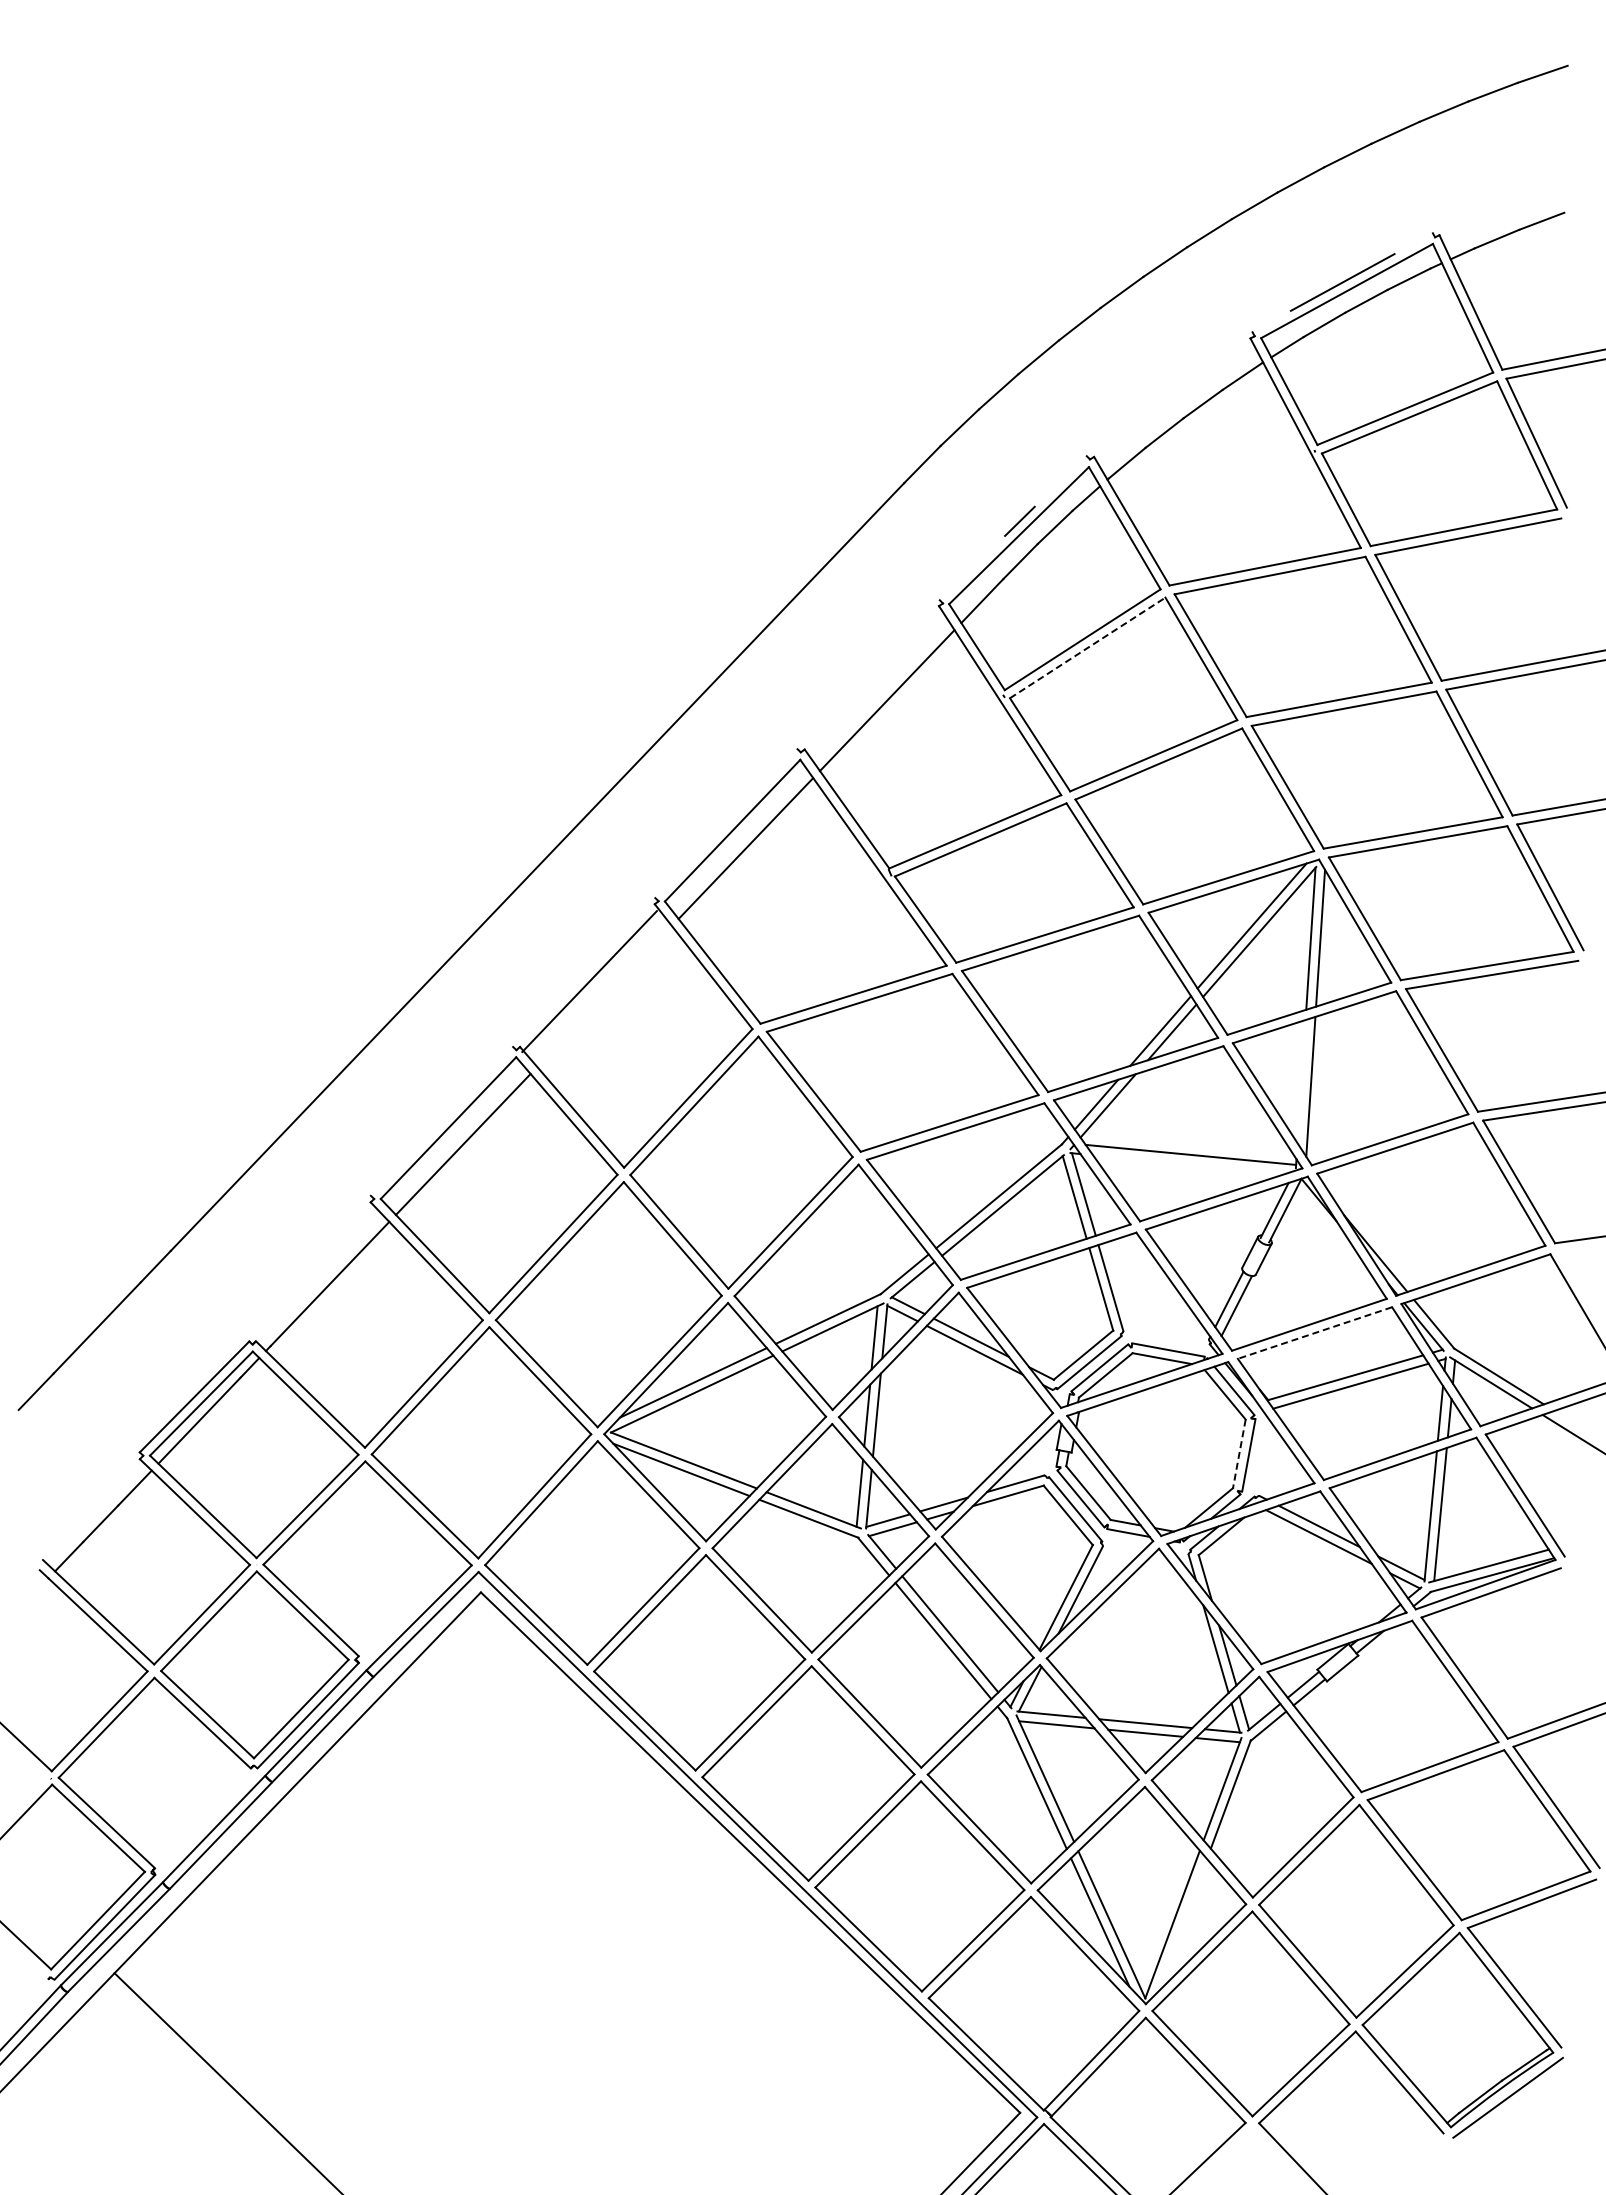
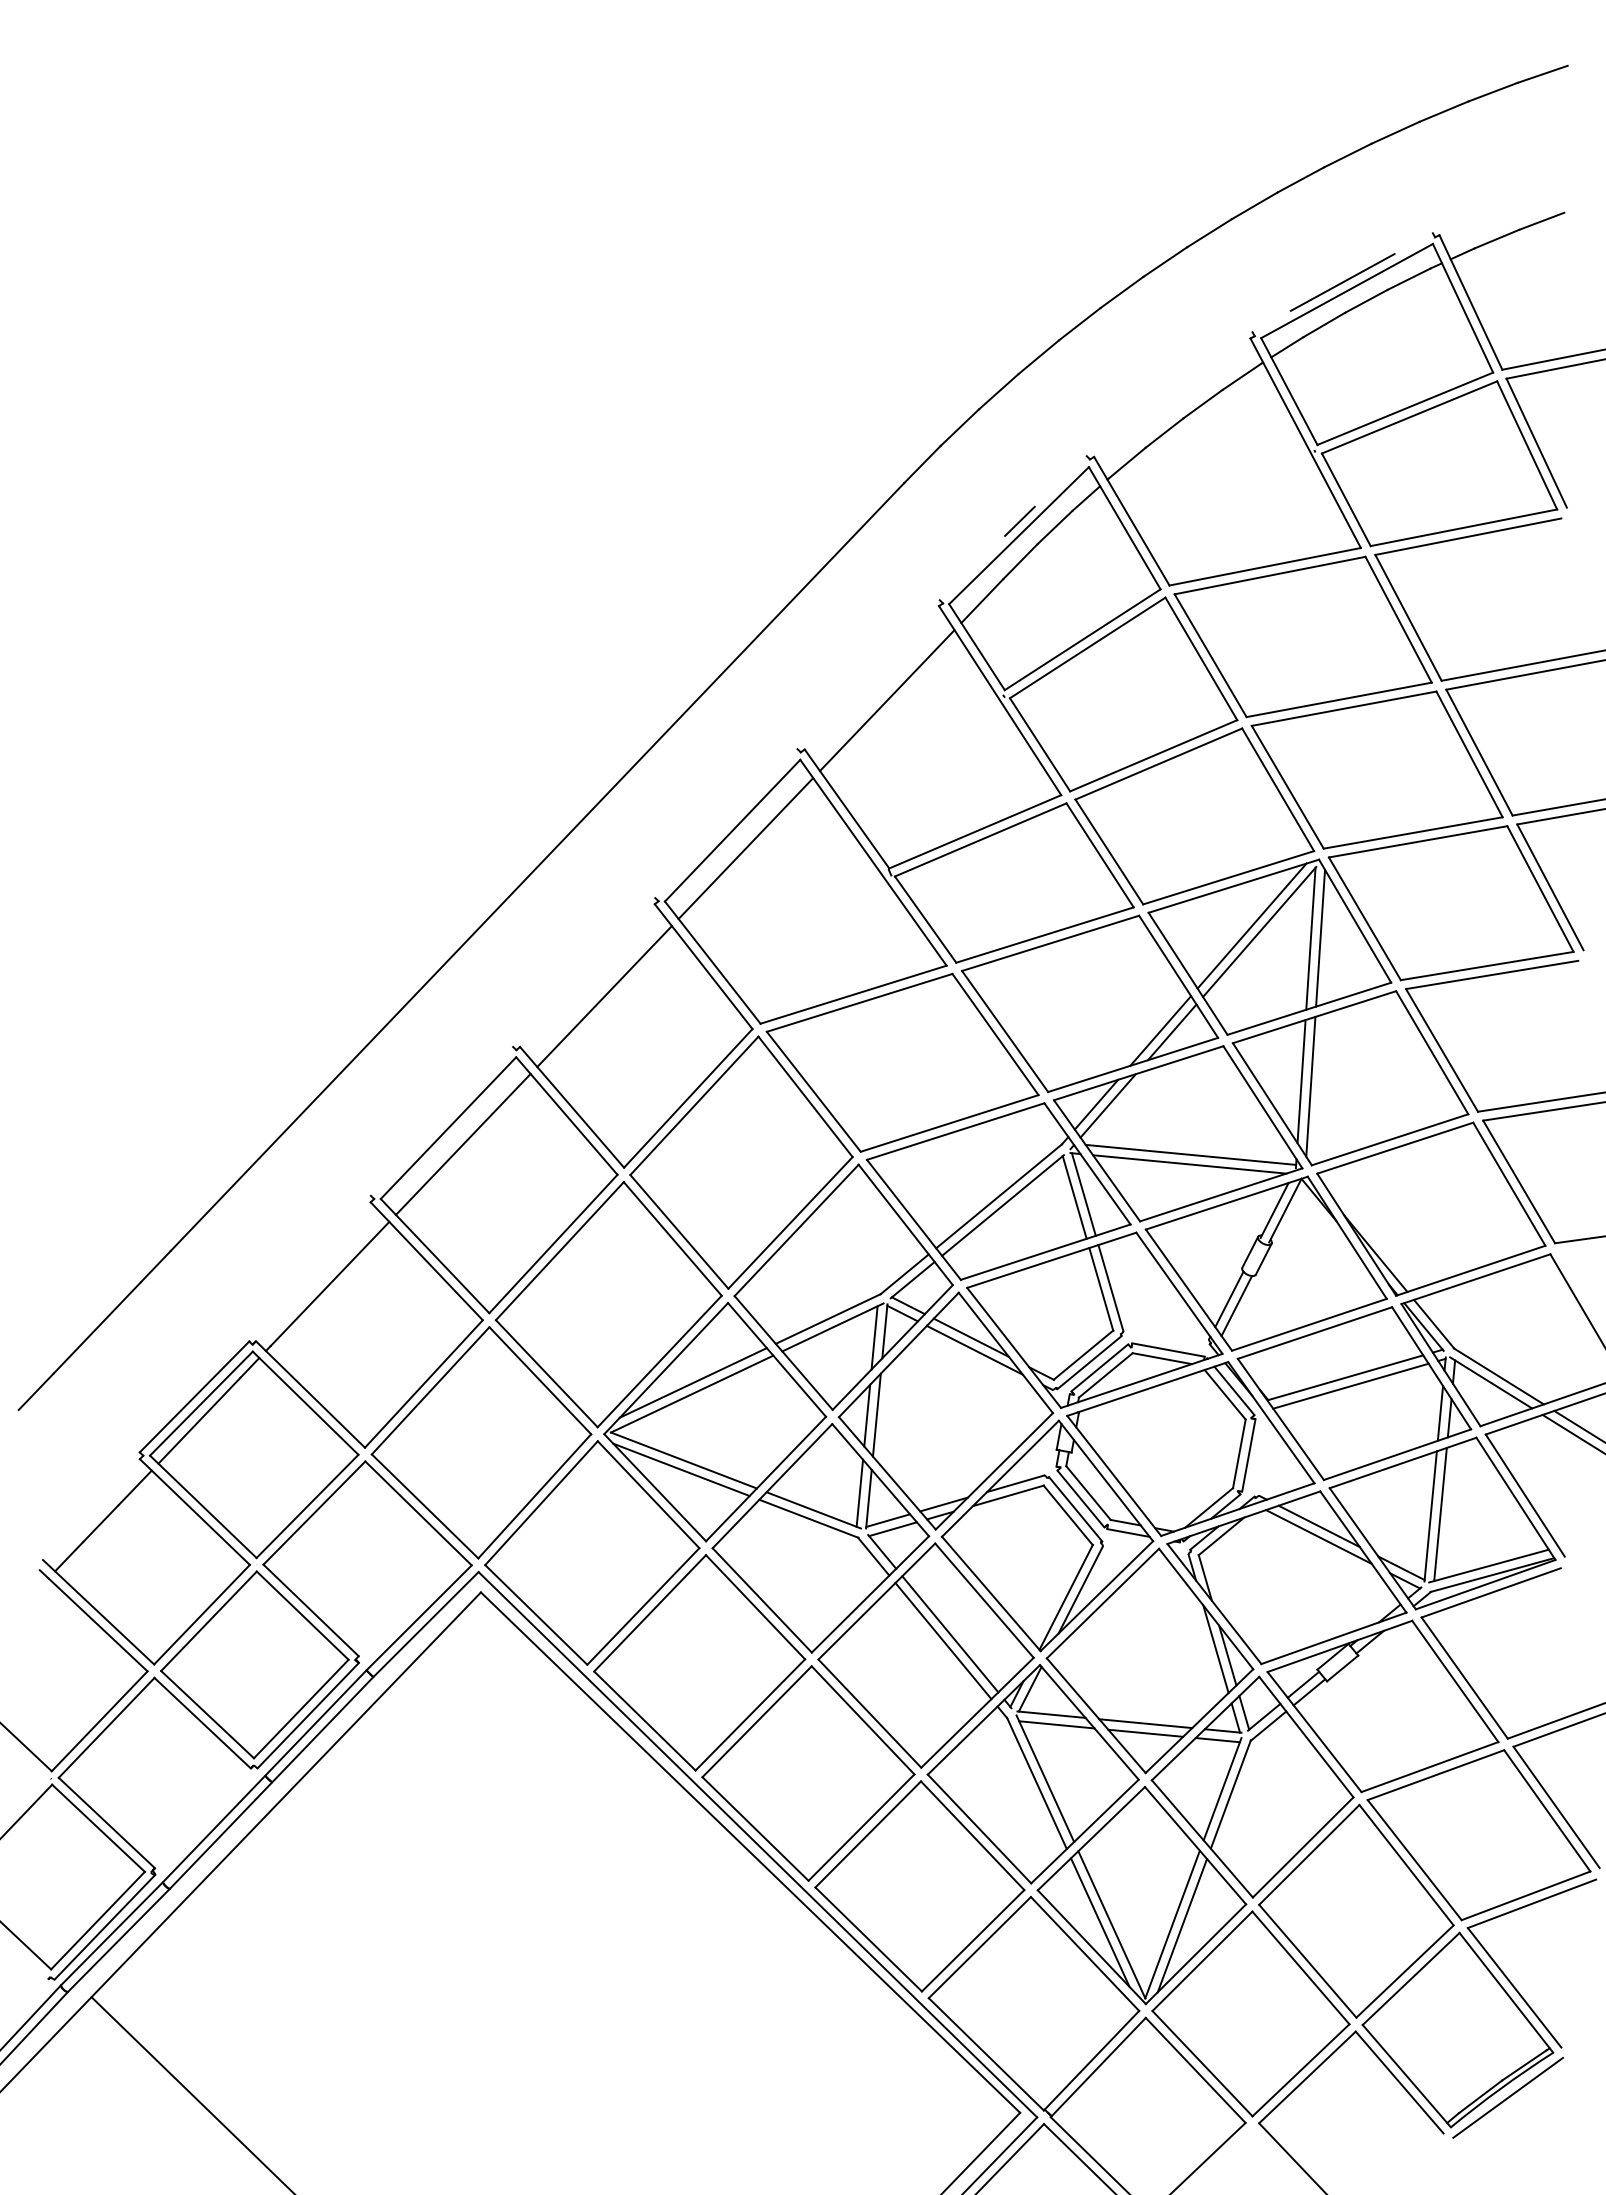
line at (1087, 647): dashed -> solid
line at (589, 981) position: (589, 981) -> (604, 996)
line at (1301, 1081): none -> present
line at (1189, 1164): none -> present
line at (1314, 1333): dashed -> solid
line at (1578, 1425): none -> present
line at (1239, 1453): dashed -> solid
line at (1182, 1925): none -> present
line at (227, 2082) position: (227, 2082) -> (191, 2094)
